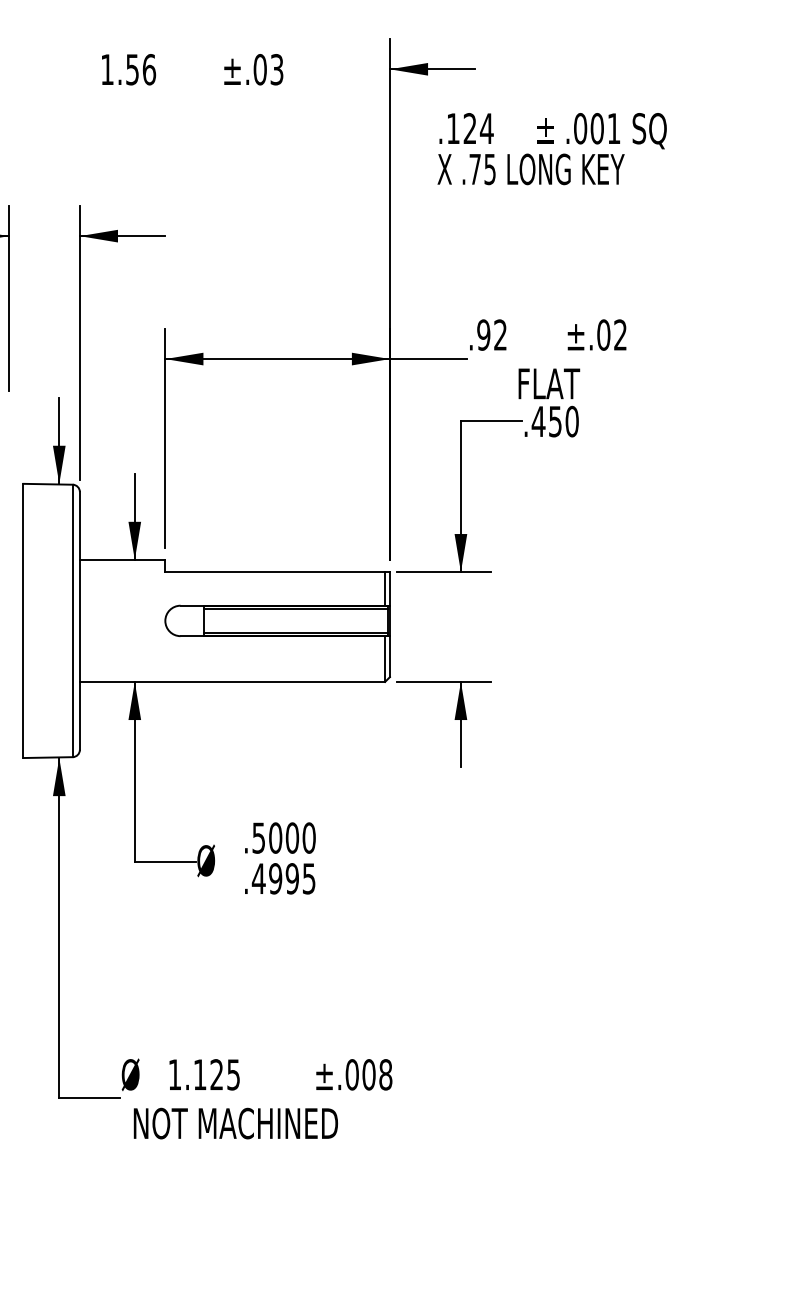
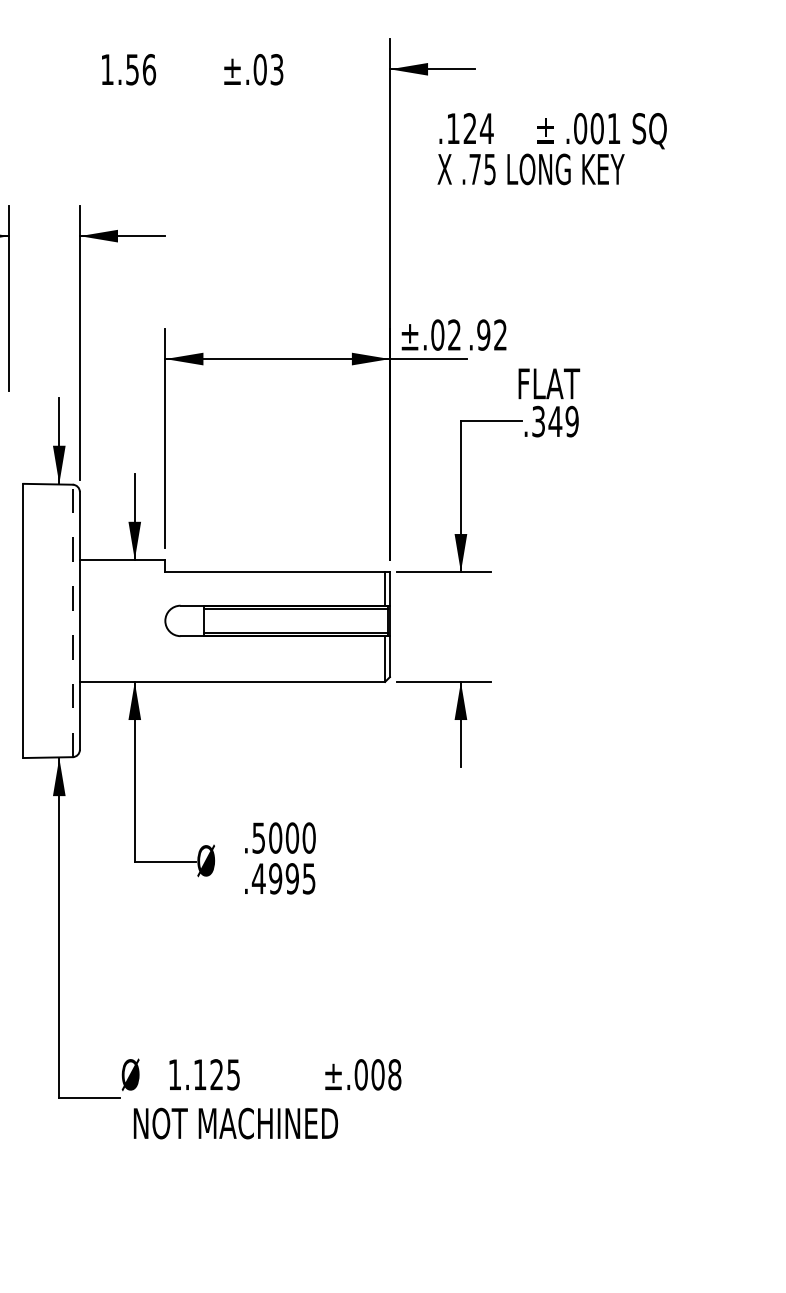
text at (596, 334) position: (596, 334) -> (430, 334)
text at (554, 421): .450 -> .349
line at (72, 620): solid -> dashed
text at (354, 1074) position: (354, 1074) -> (363, 1074)
